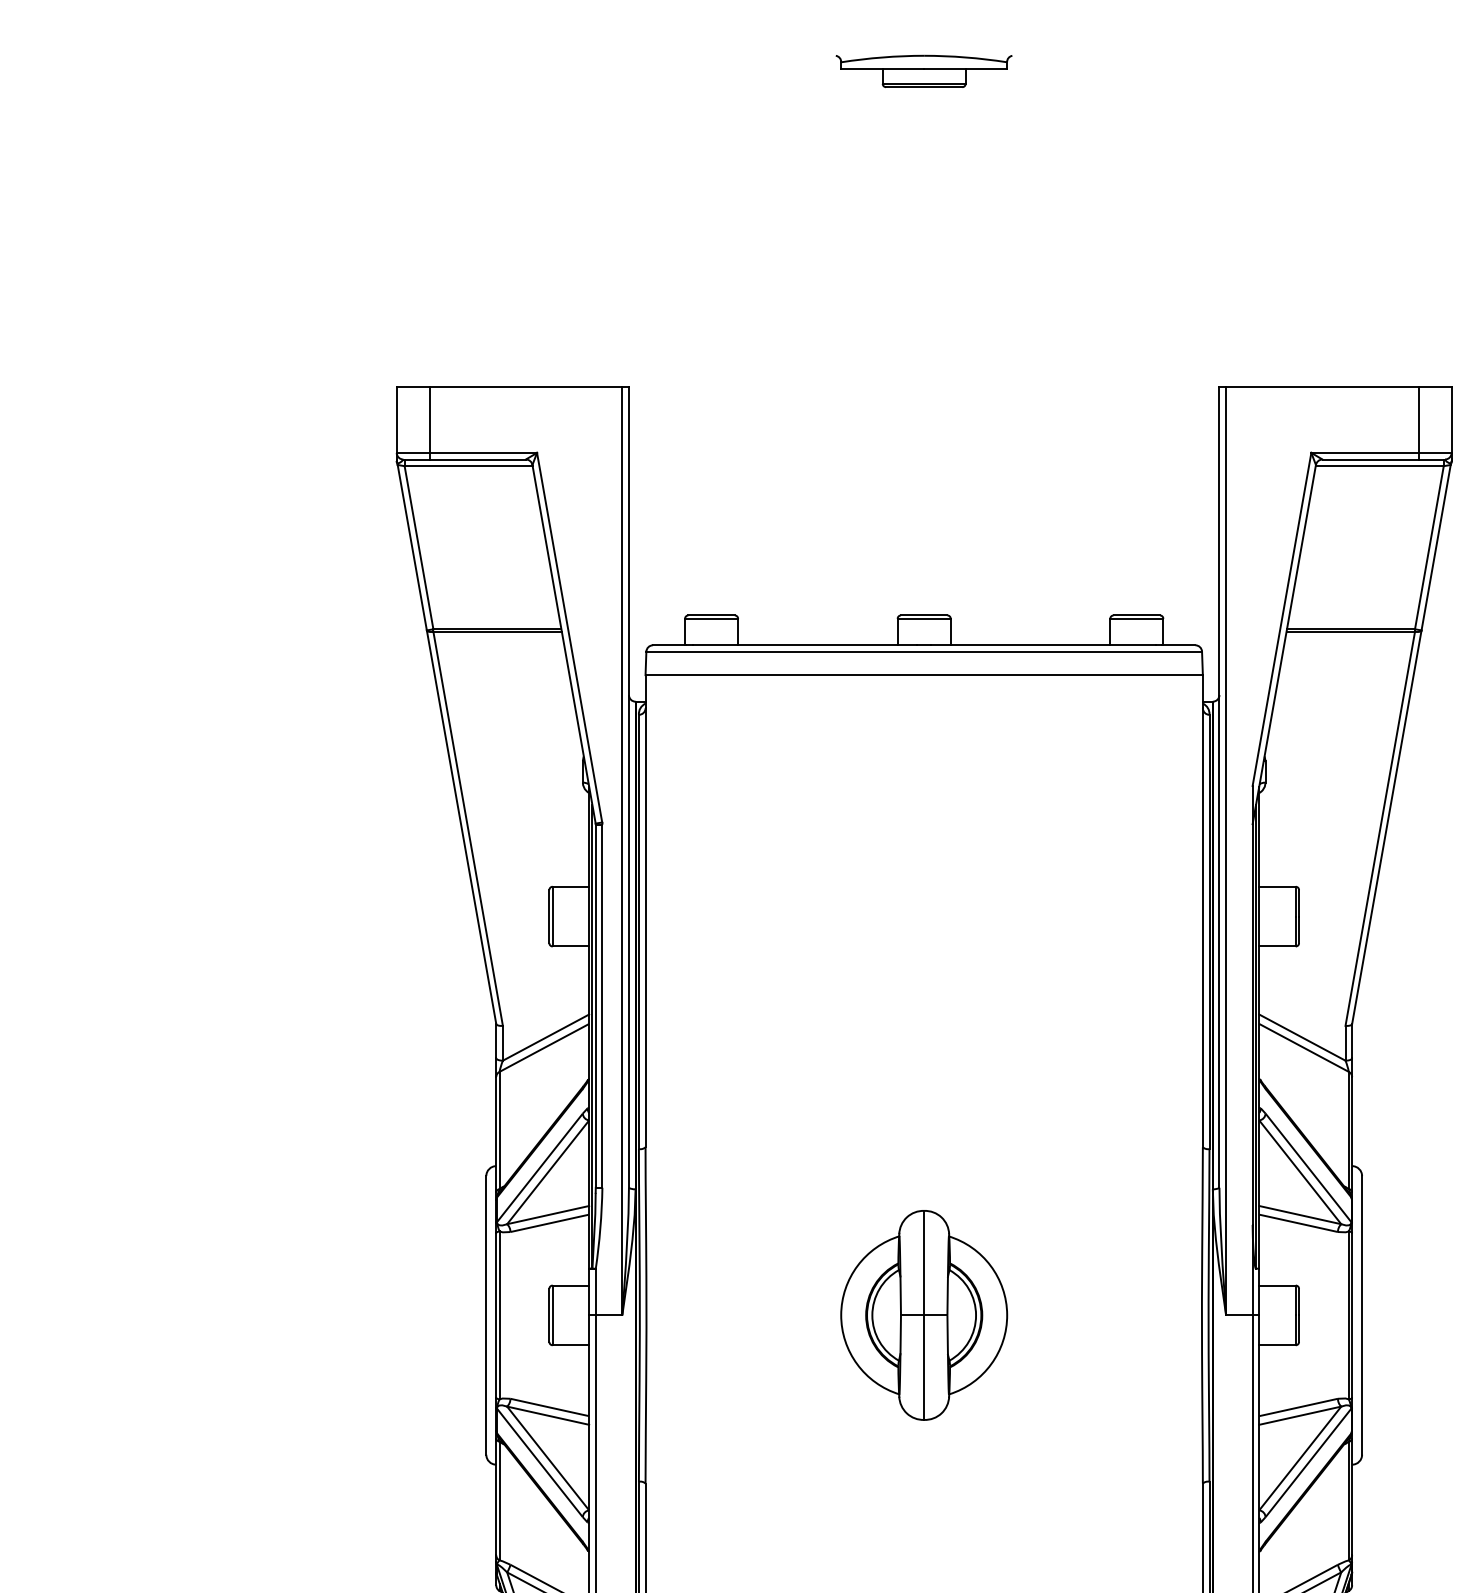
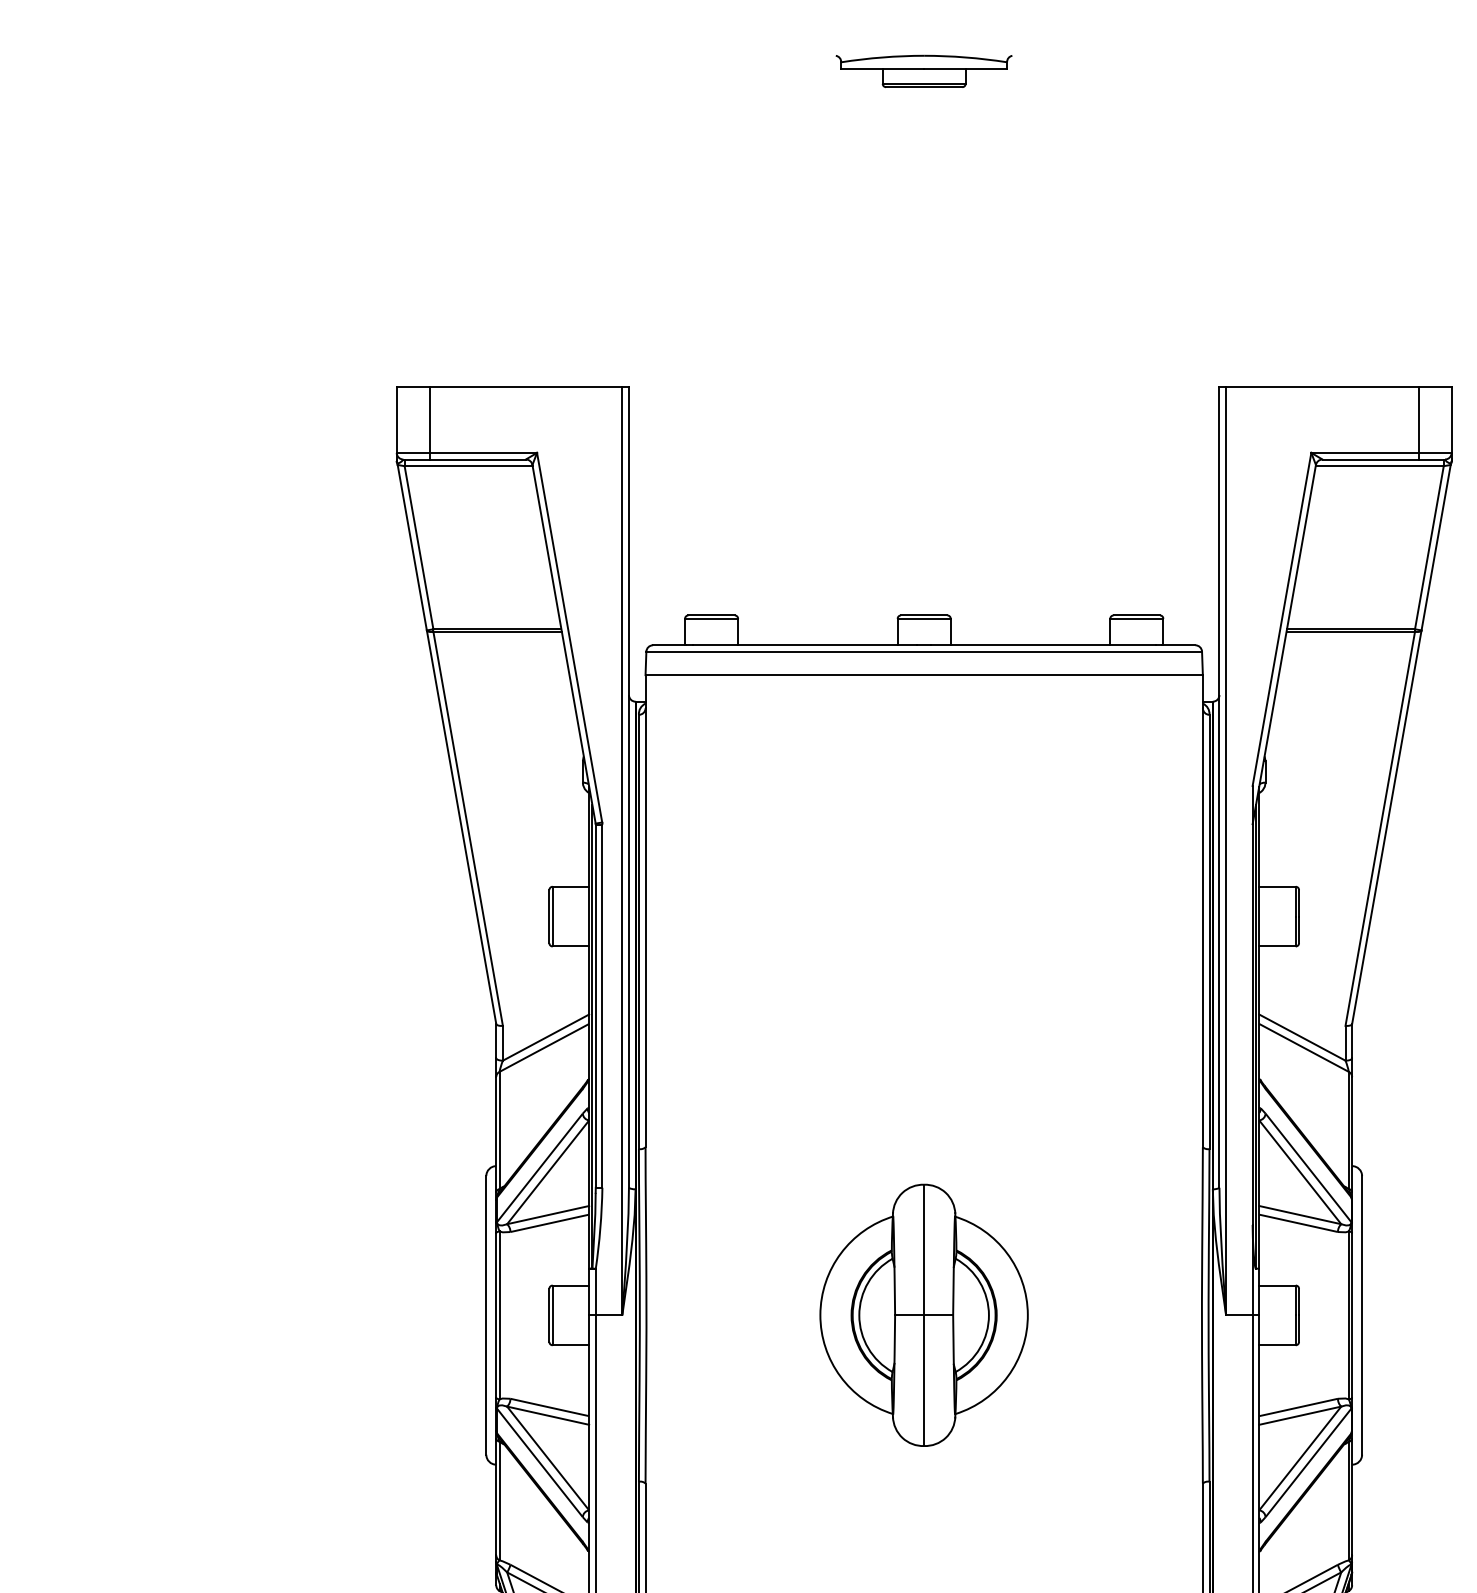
part at (924, 1315) size: 169x211 px -> 210x264 px
